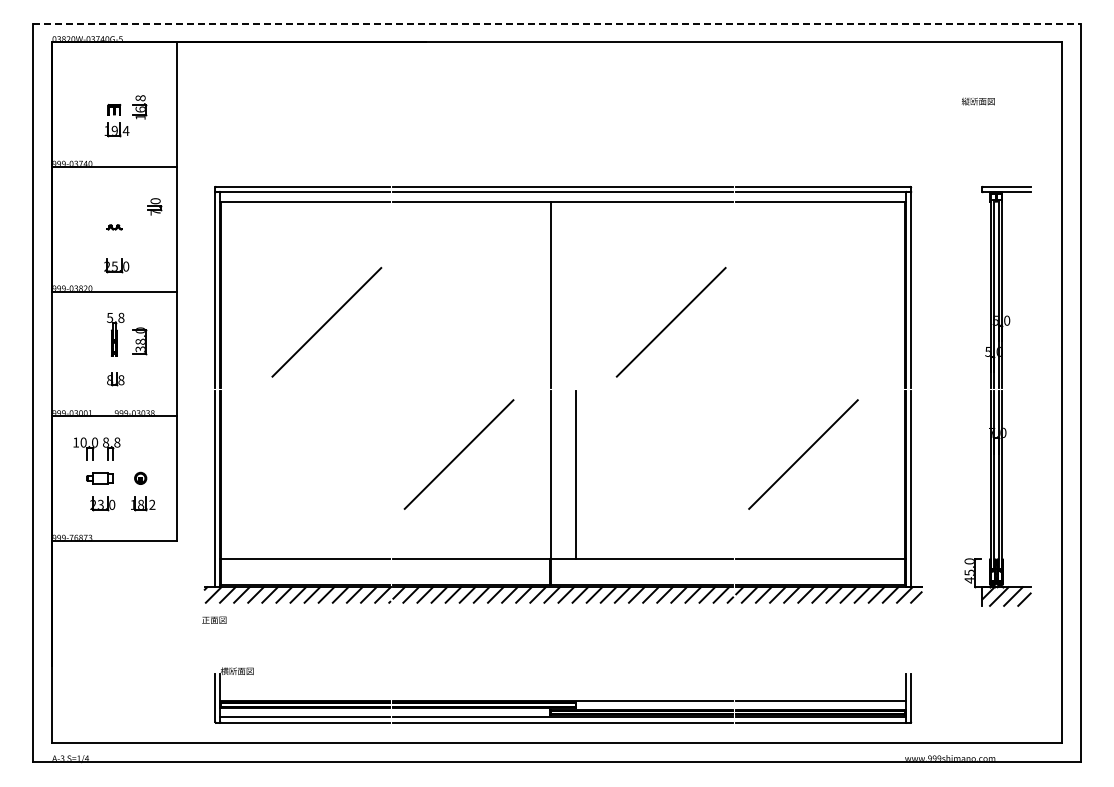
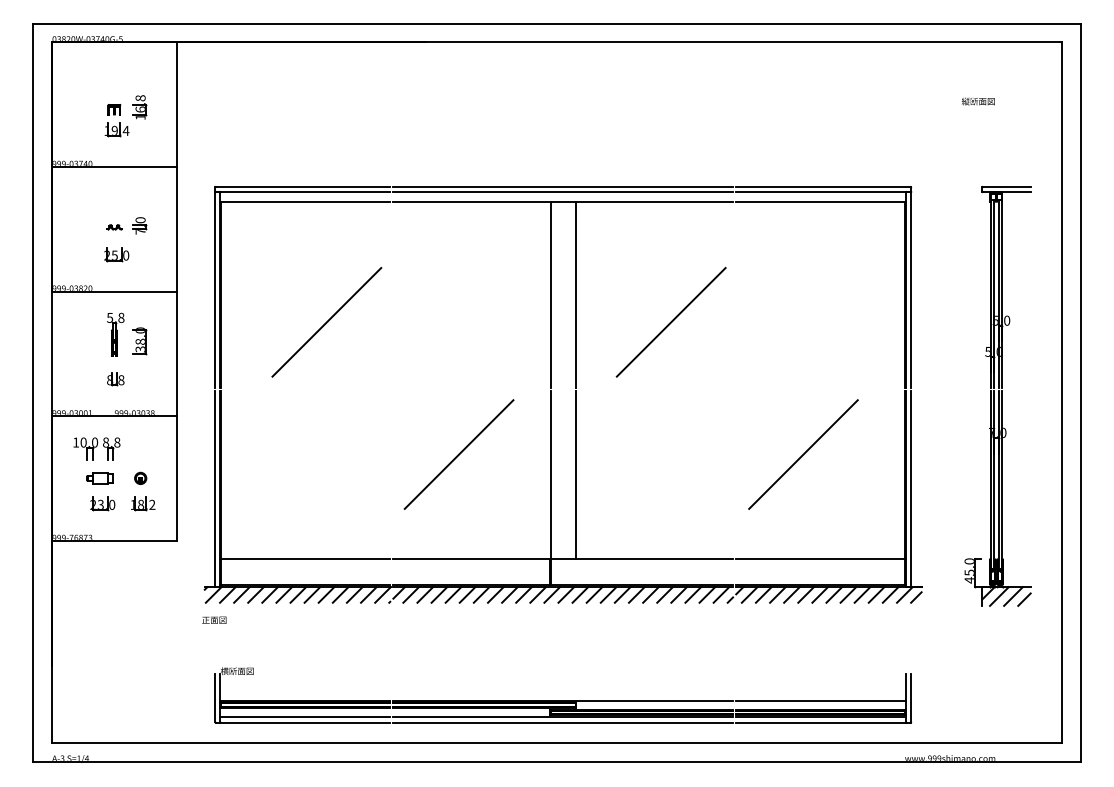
line at (557, 23): dashed -> solid
part at (154, 206) position: (154, 206) -> (139, 225)
part at (116, 265) position: (116, 265) -> (116, 254)
line at (575, 295): none -> present
